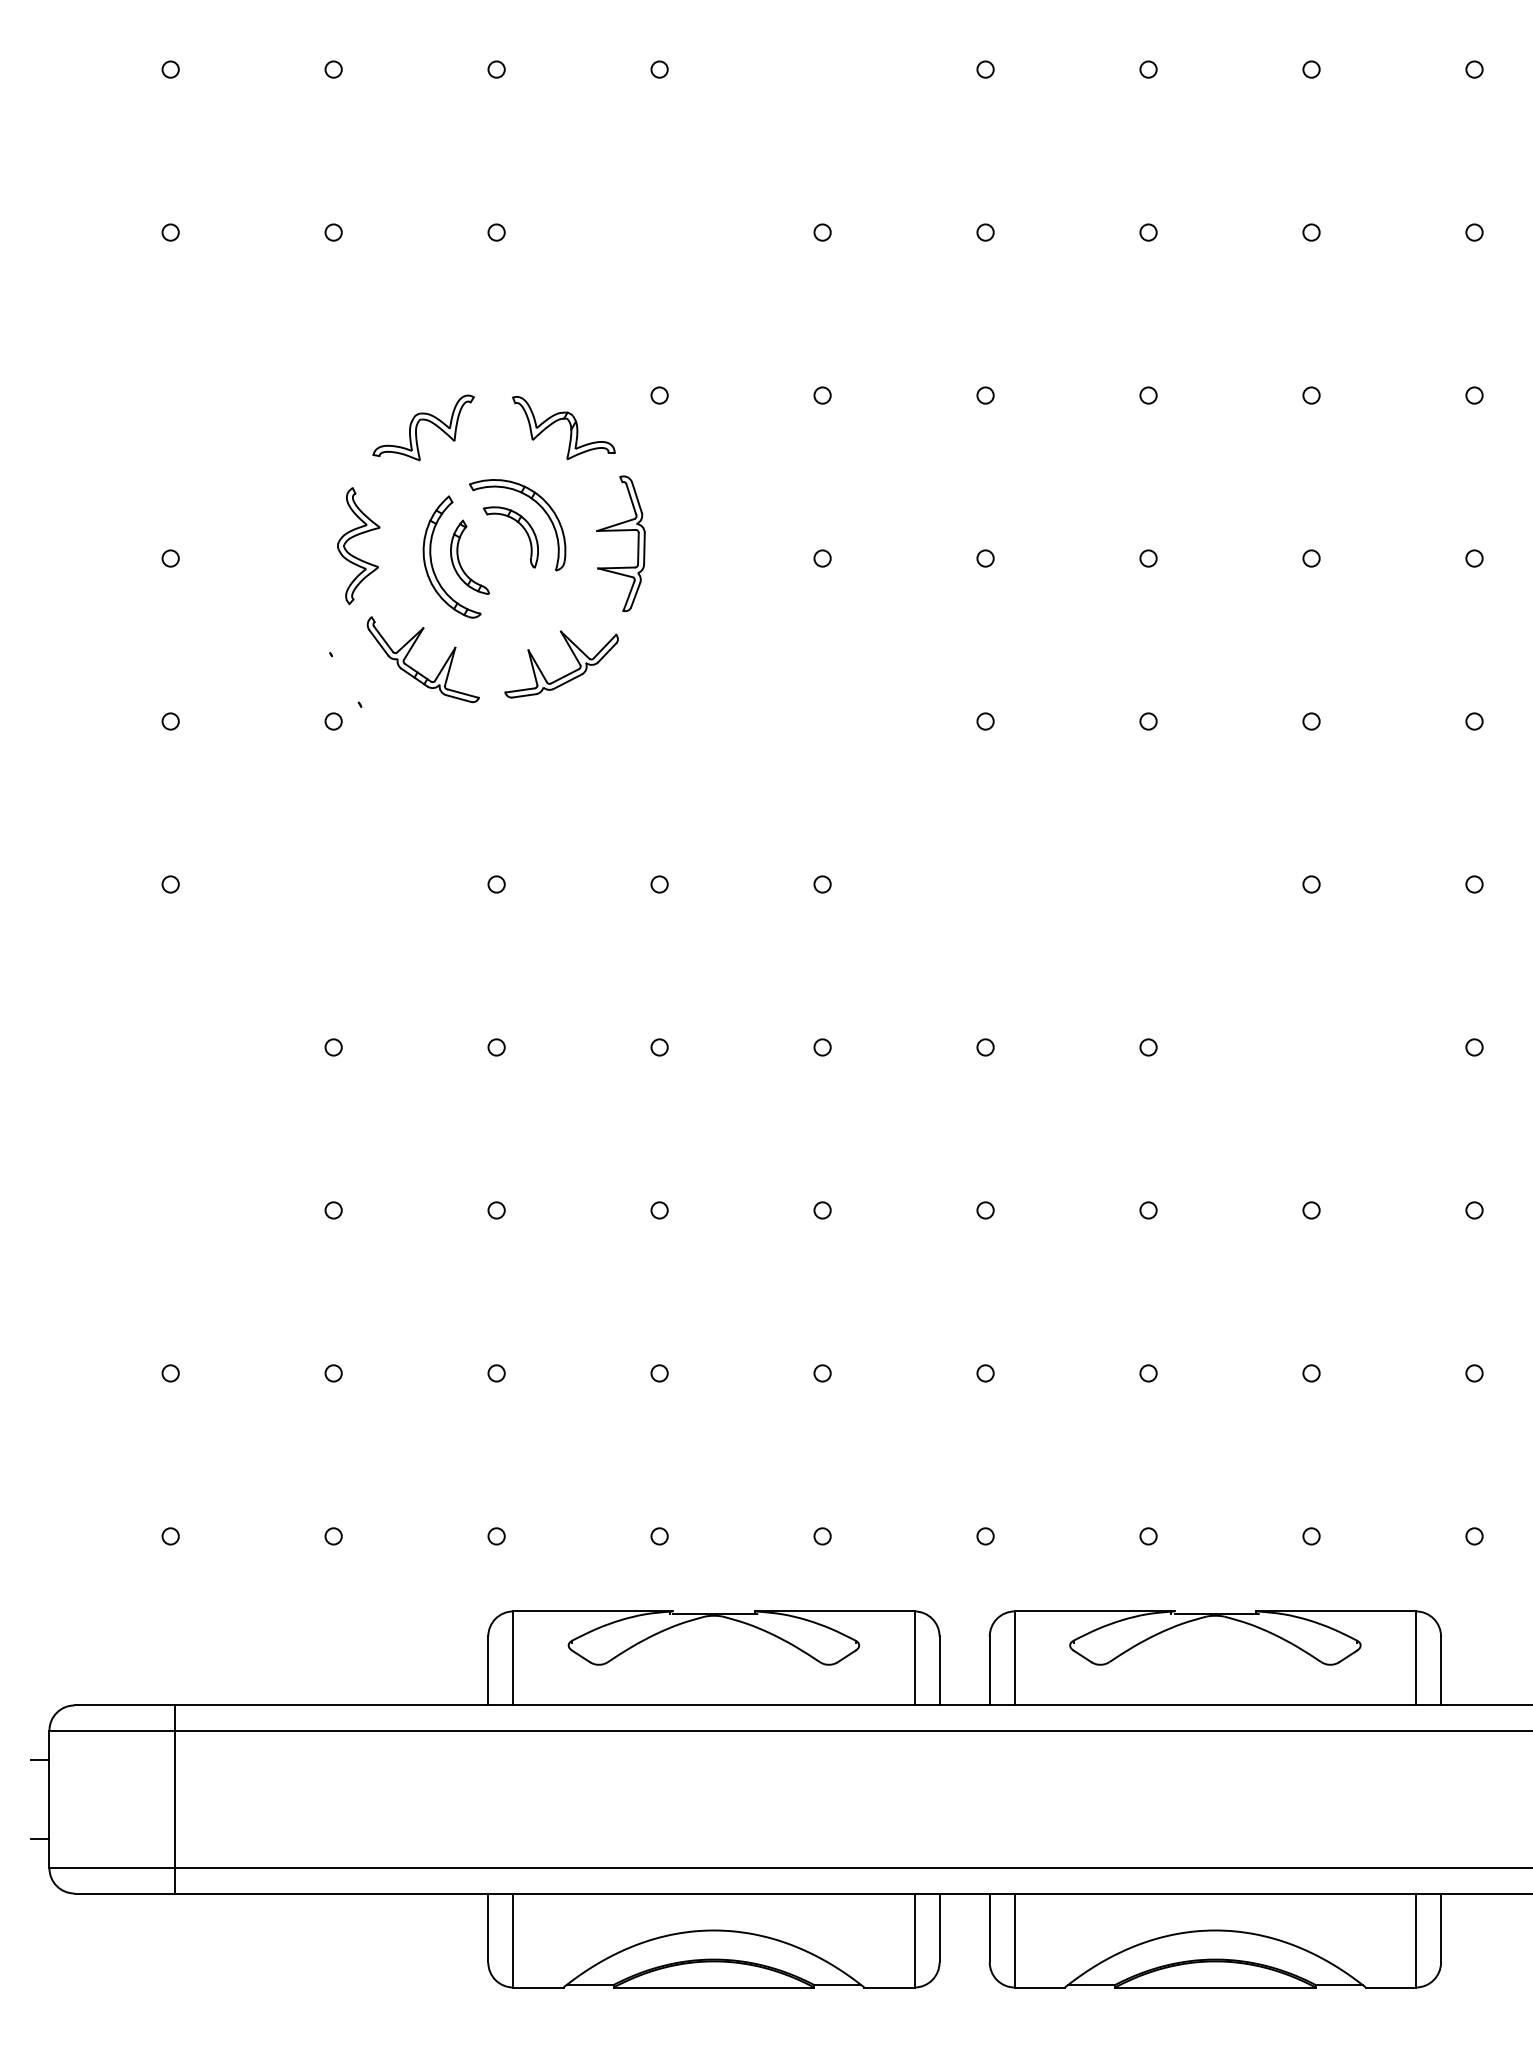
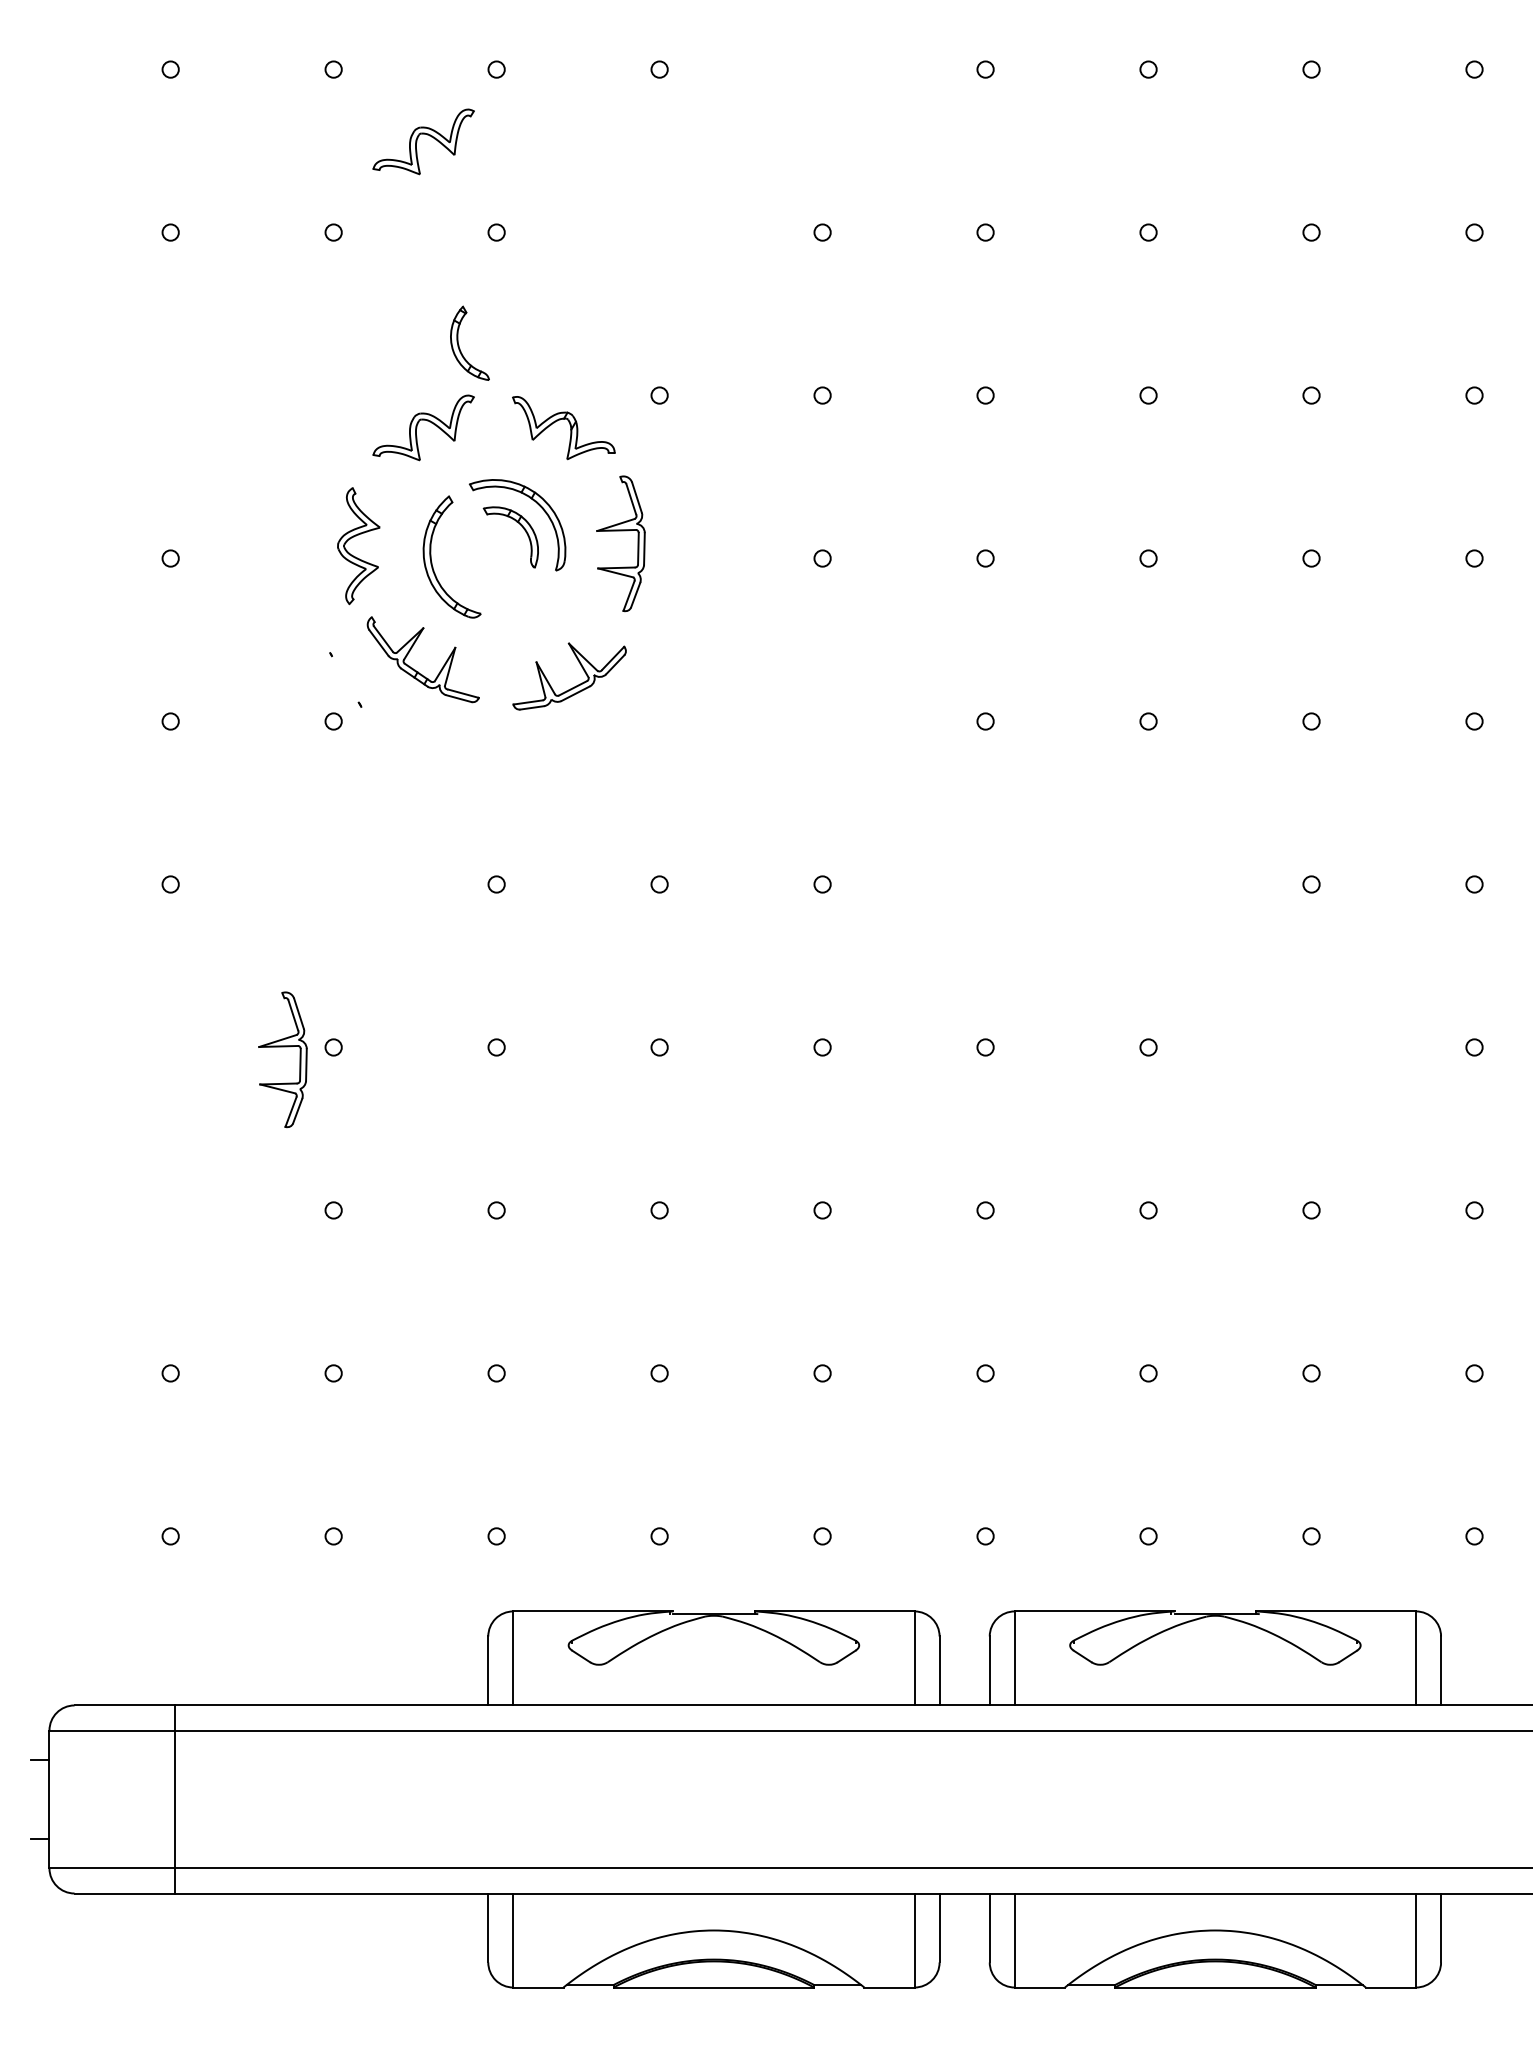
part at (423, 141): none -> present
part at (459, 559) position: (459, 559) -> (459, 345)
part at (566, 674) position: (566, 674) -> (574, 686)
part at (282, 1047): none -> present
